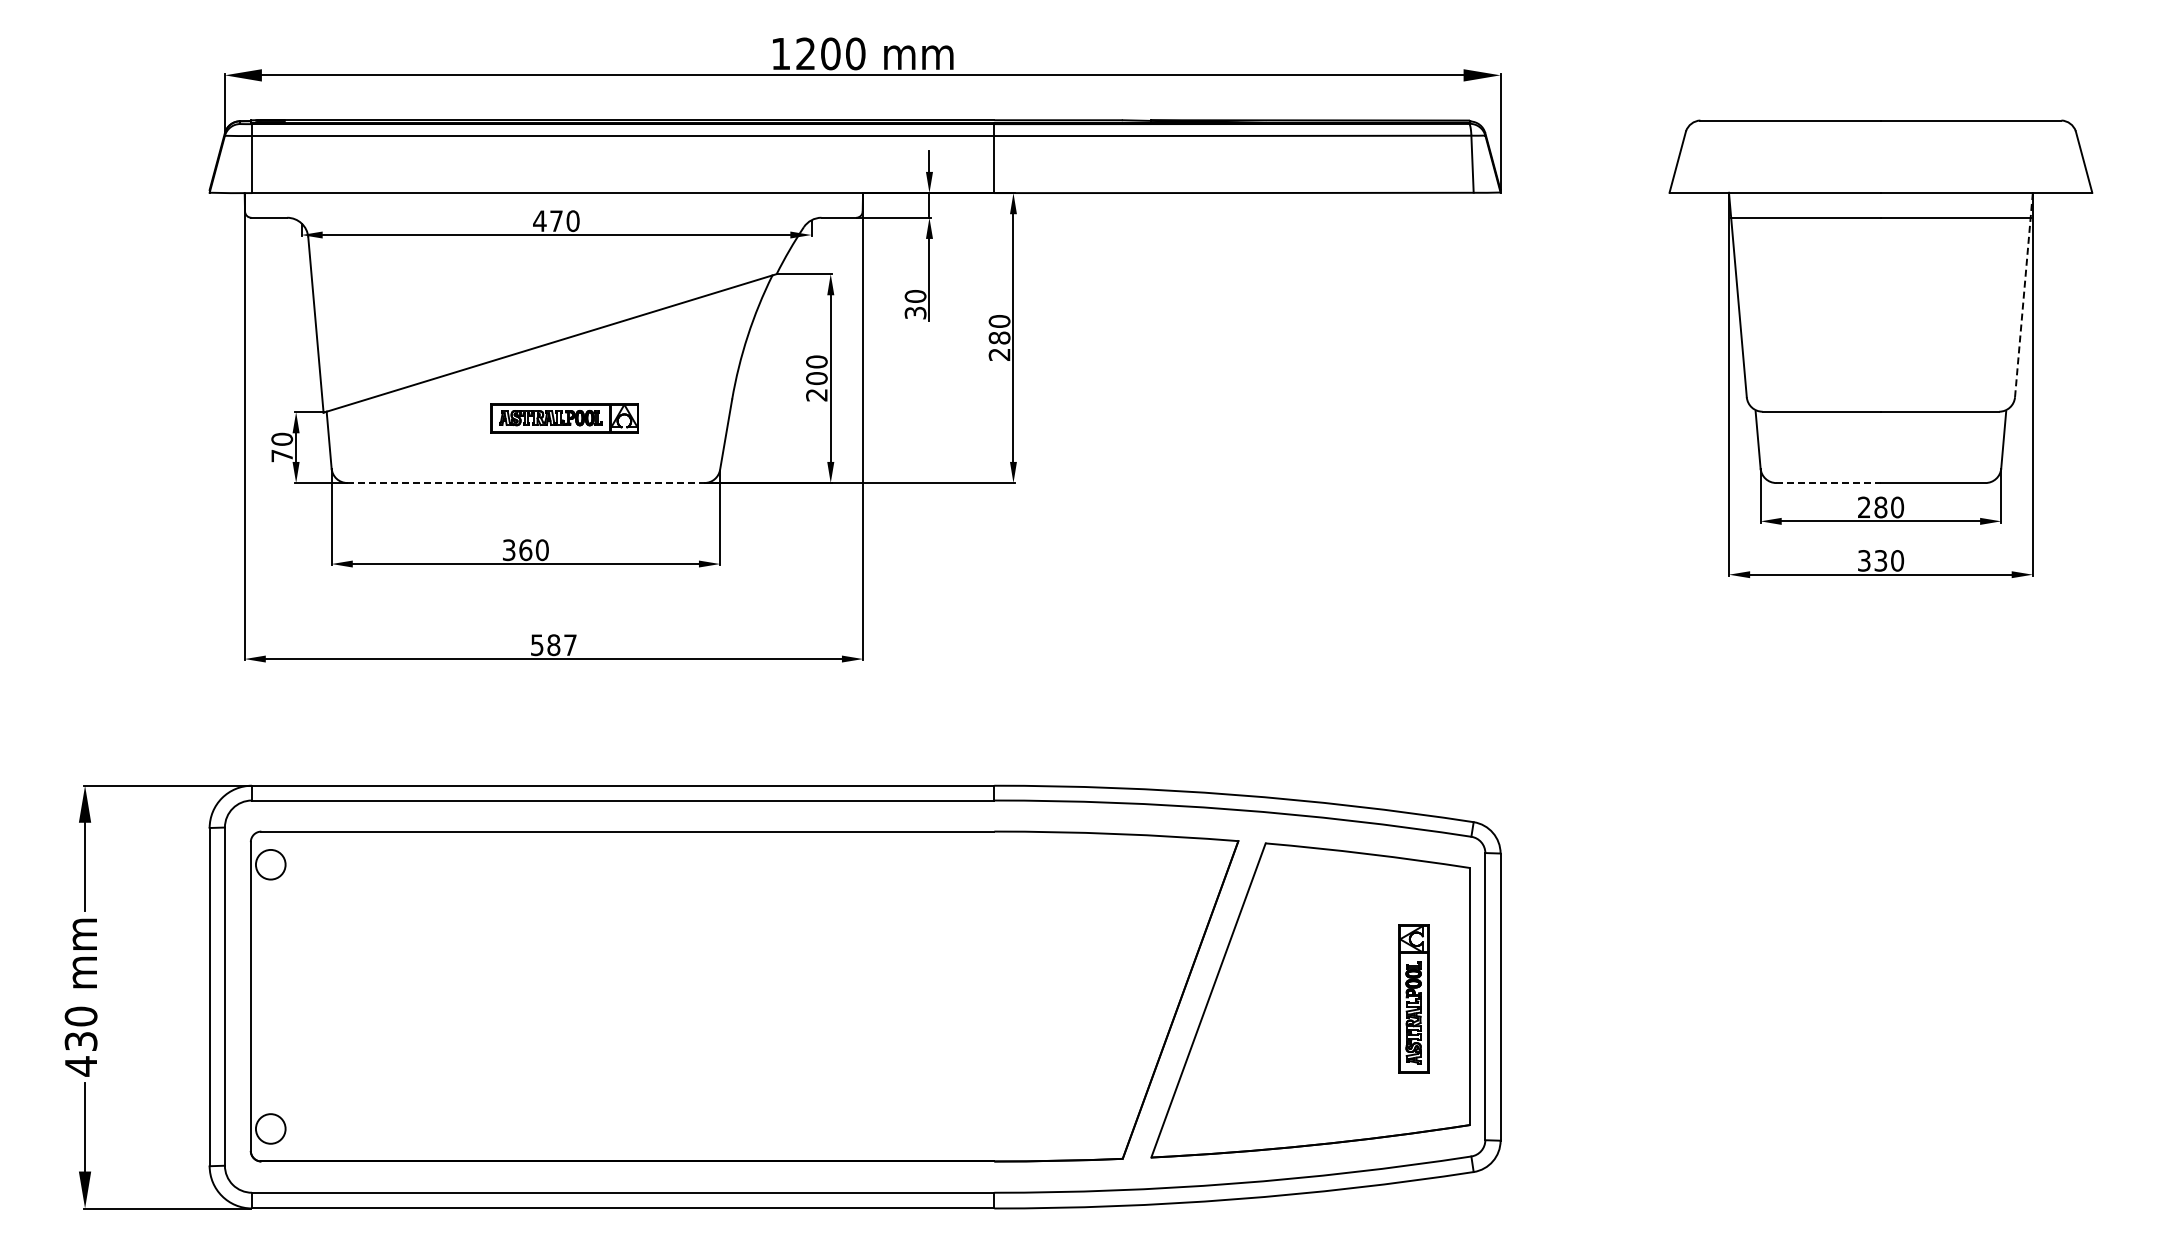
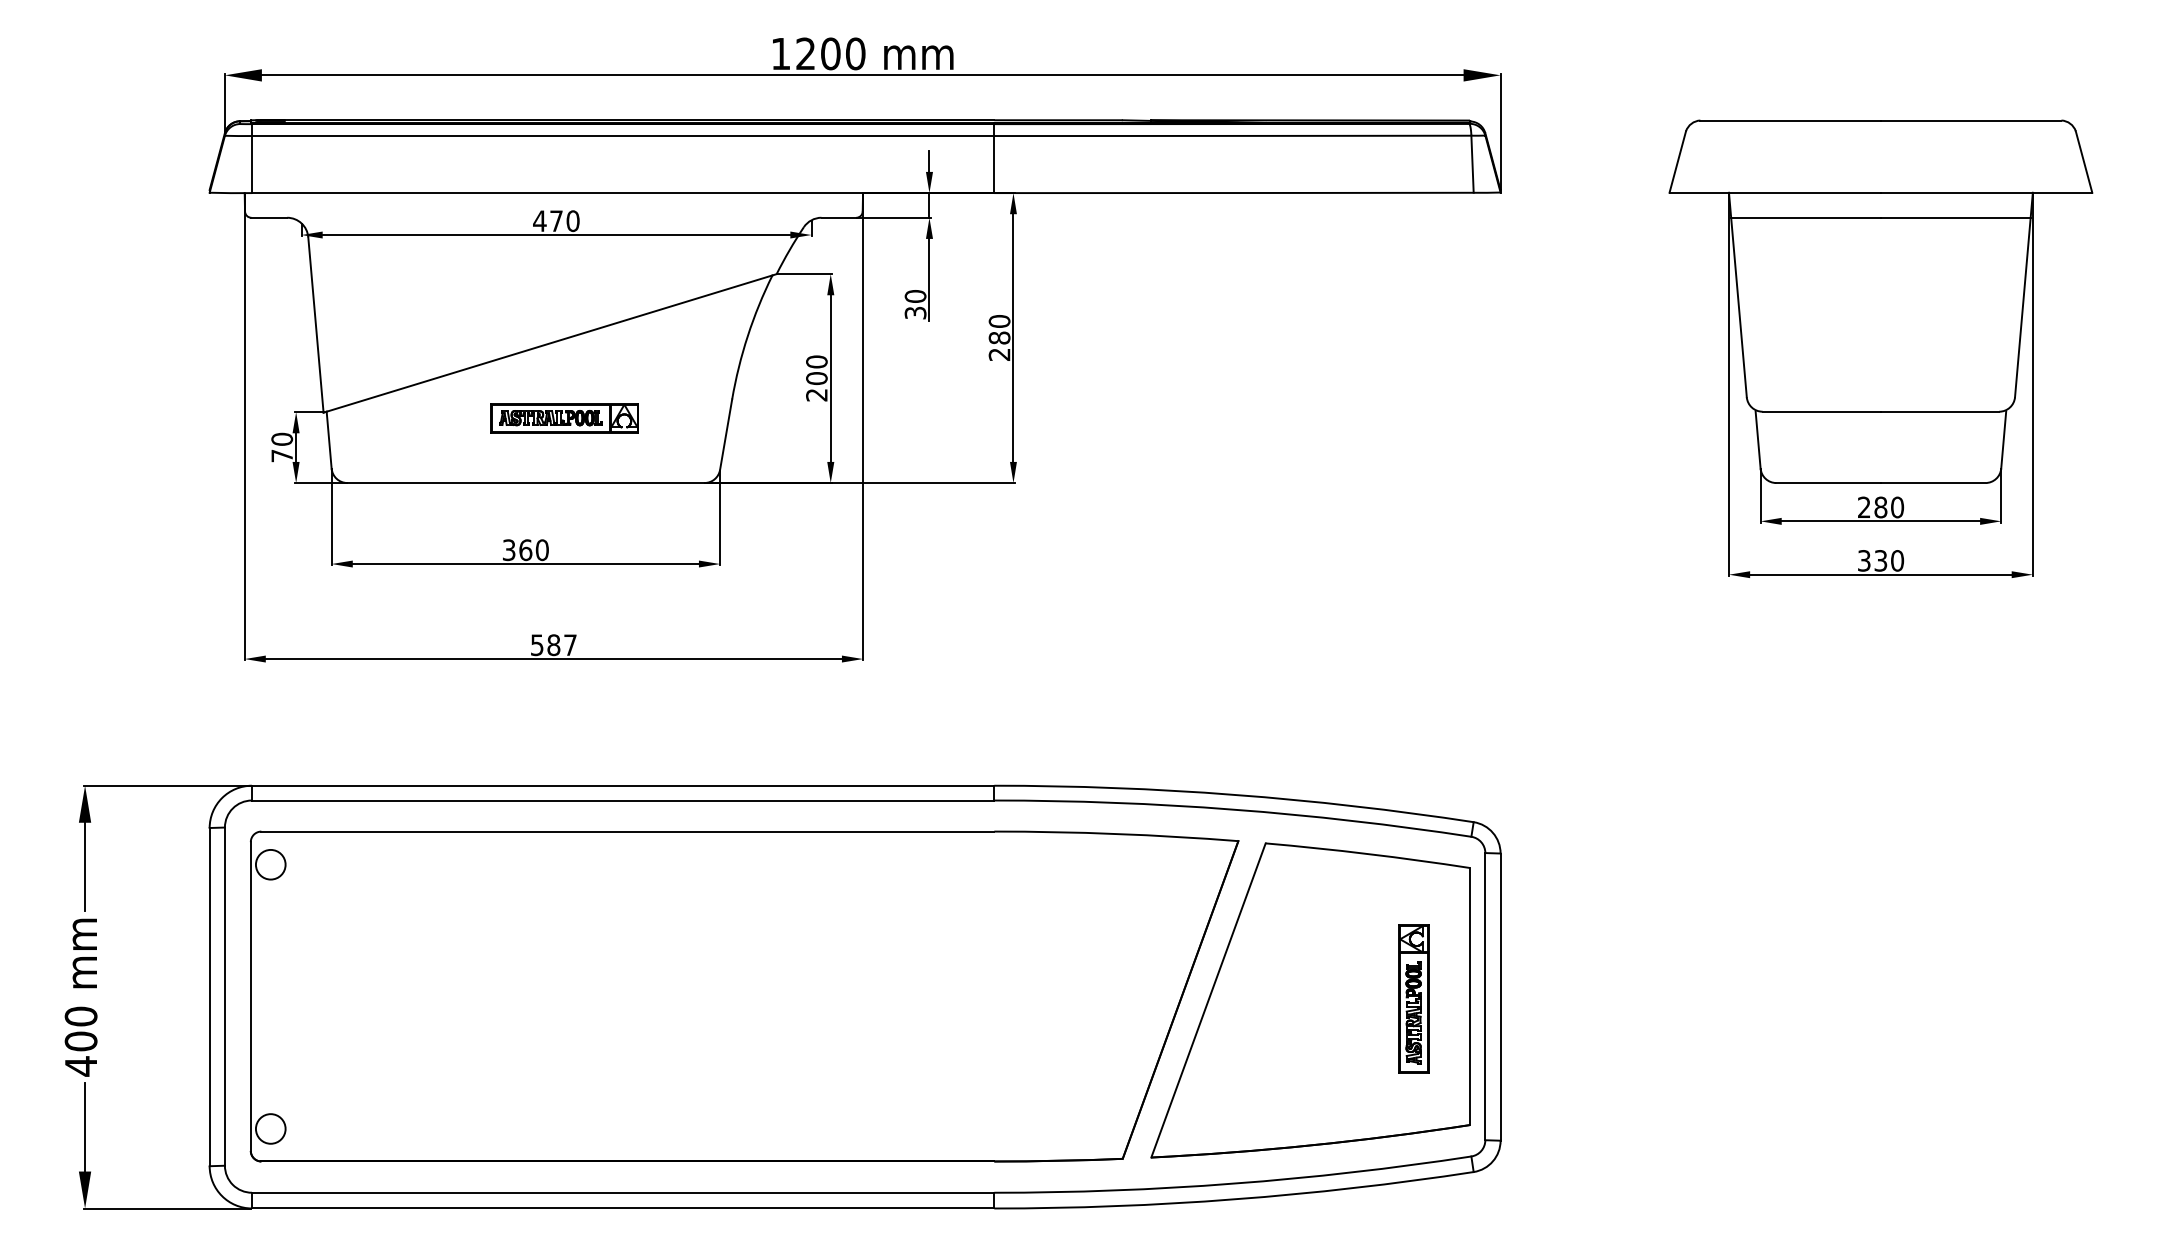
line at (2023, 295): dashed -> solid
line at (525, 483): dashed -> solid
line at (1829, 483): dashed -> solid
text at (80, 1041): 430 -> 400
